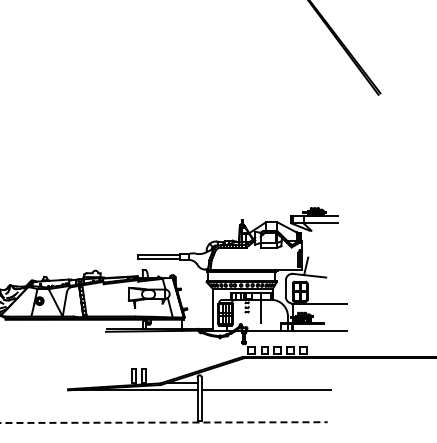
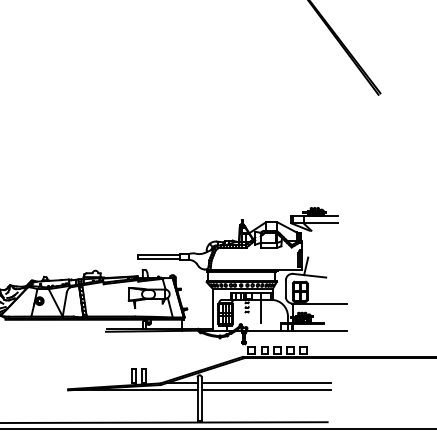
line at (266, 383): none -> present
line at (164, 422): dashed -> solid
line at (217, 429): none -> present
